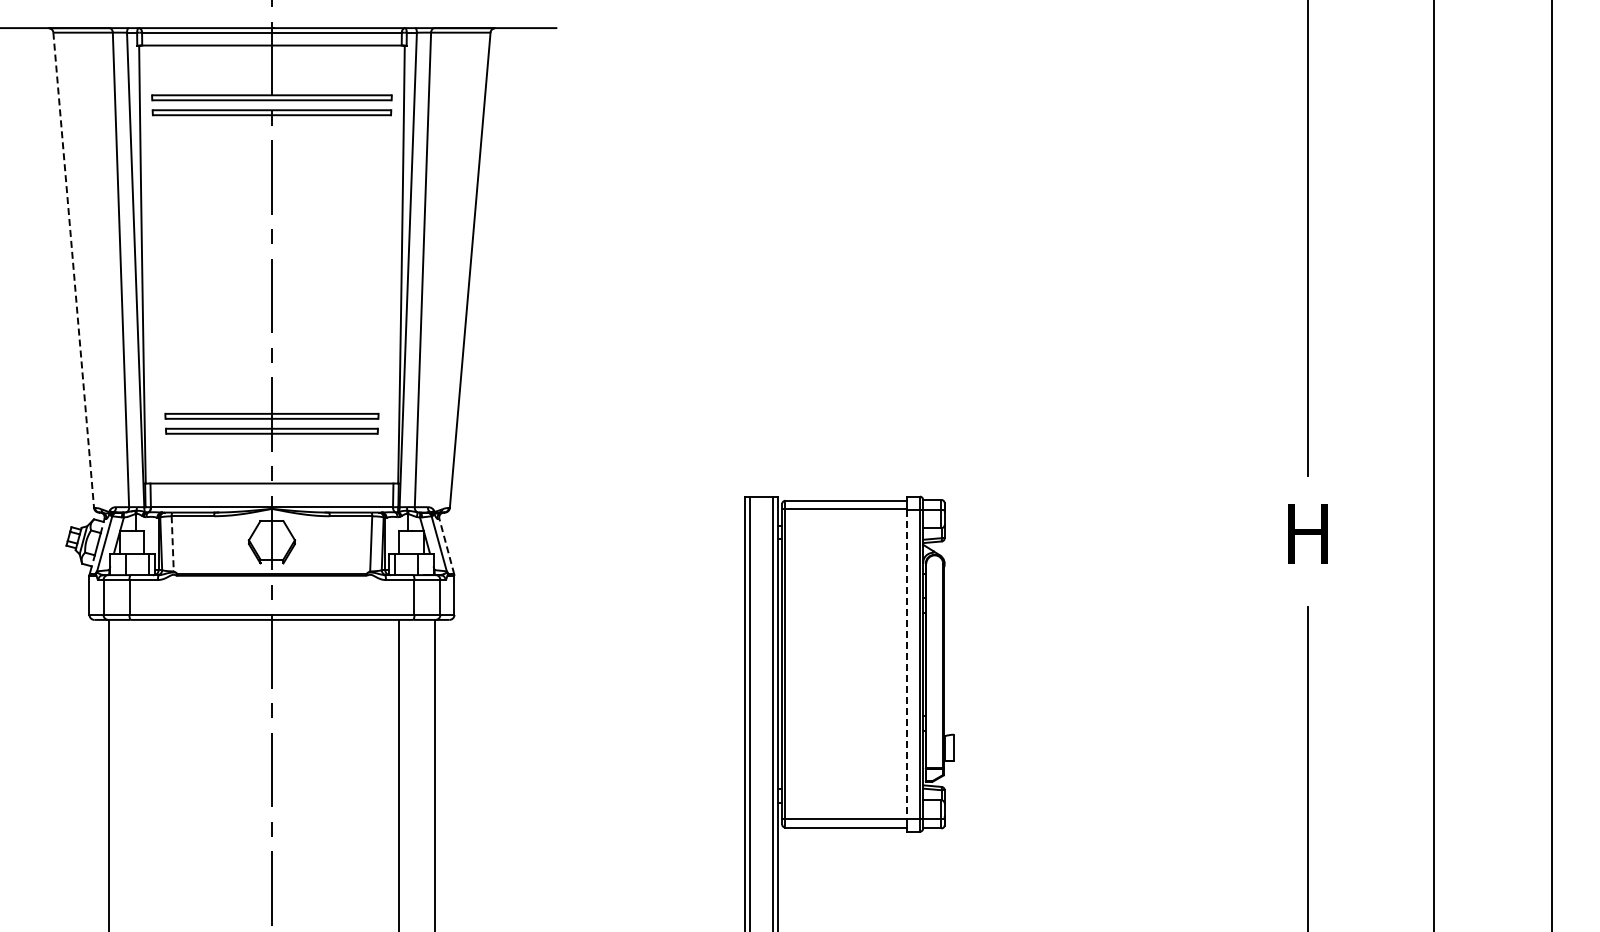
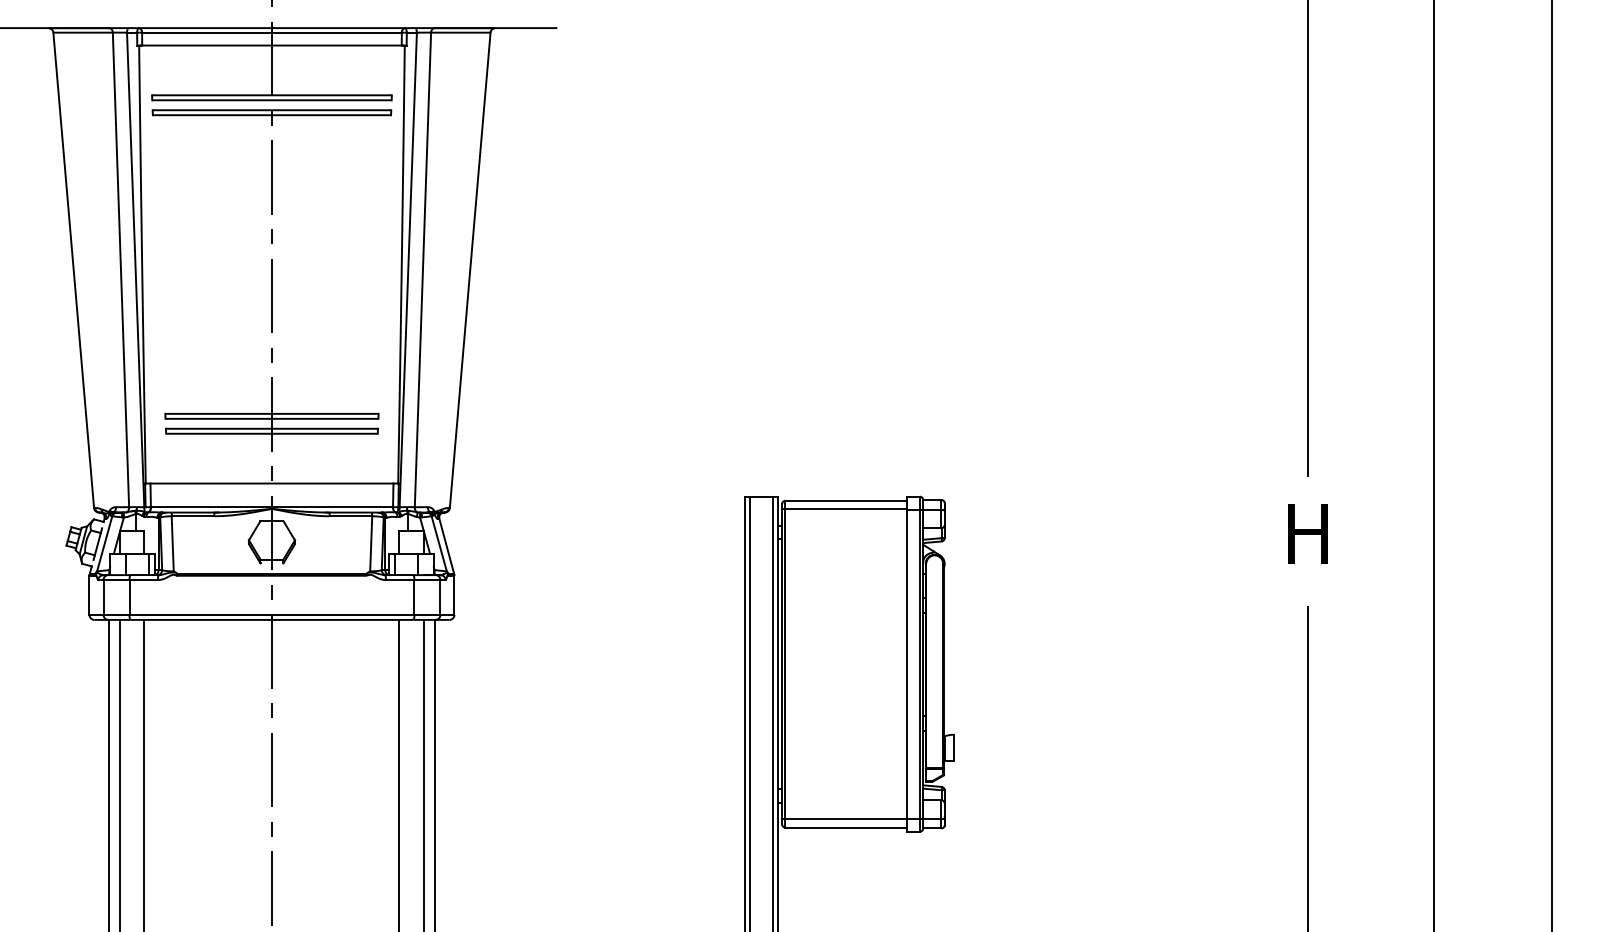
line at (73, 270): dashed -> solid
line at (172, 543): dashed -> solid
line at (446, 546): dashed -> solid
line at (906, 664): dashed -> solid
line at (120, 773): none -> present
line at (144, 773): none -> present
line at (423, 773): none -> present
